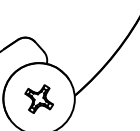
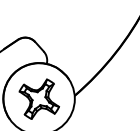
part at (38, 98) size: 30x30 px -> 42x42 px
